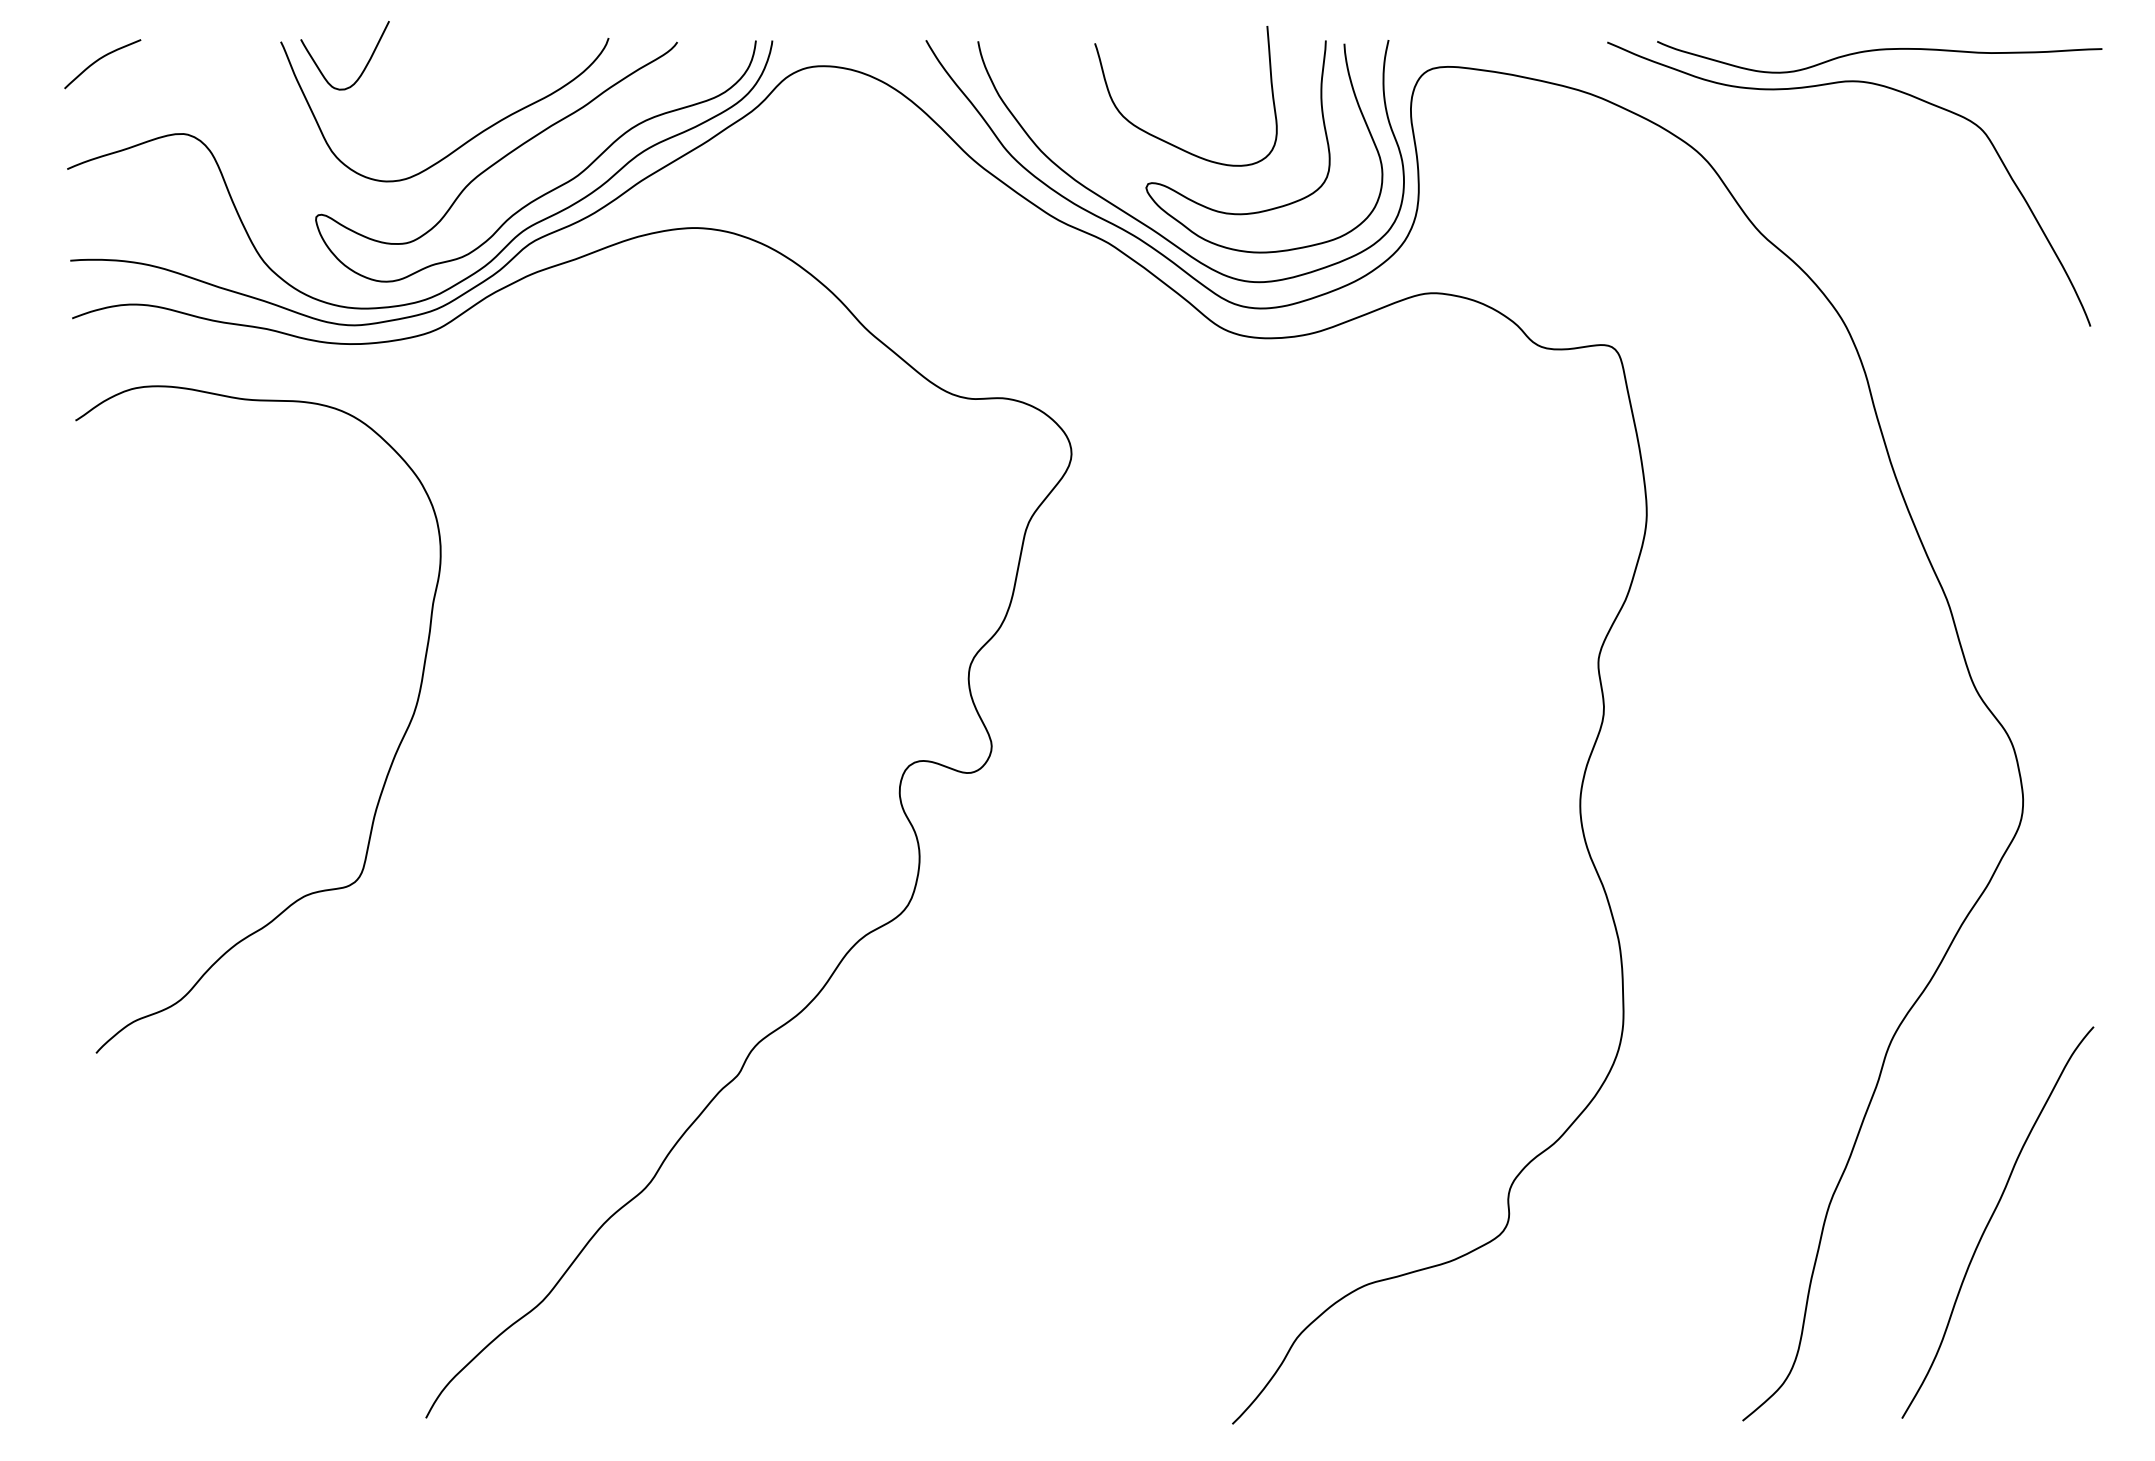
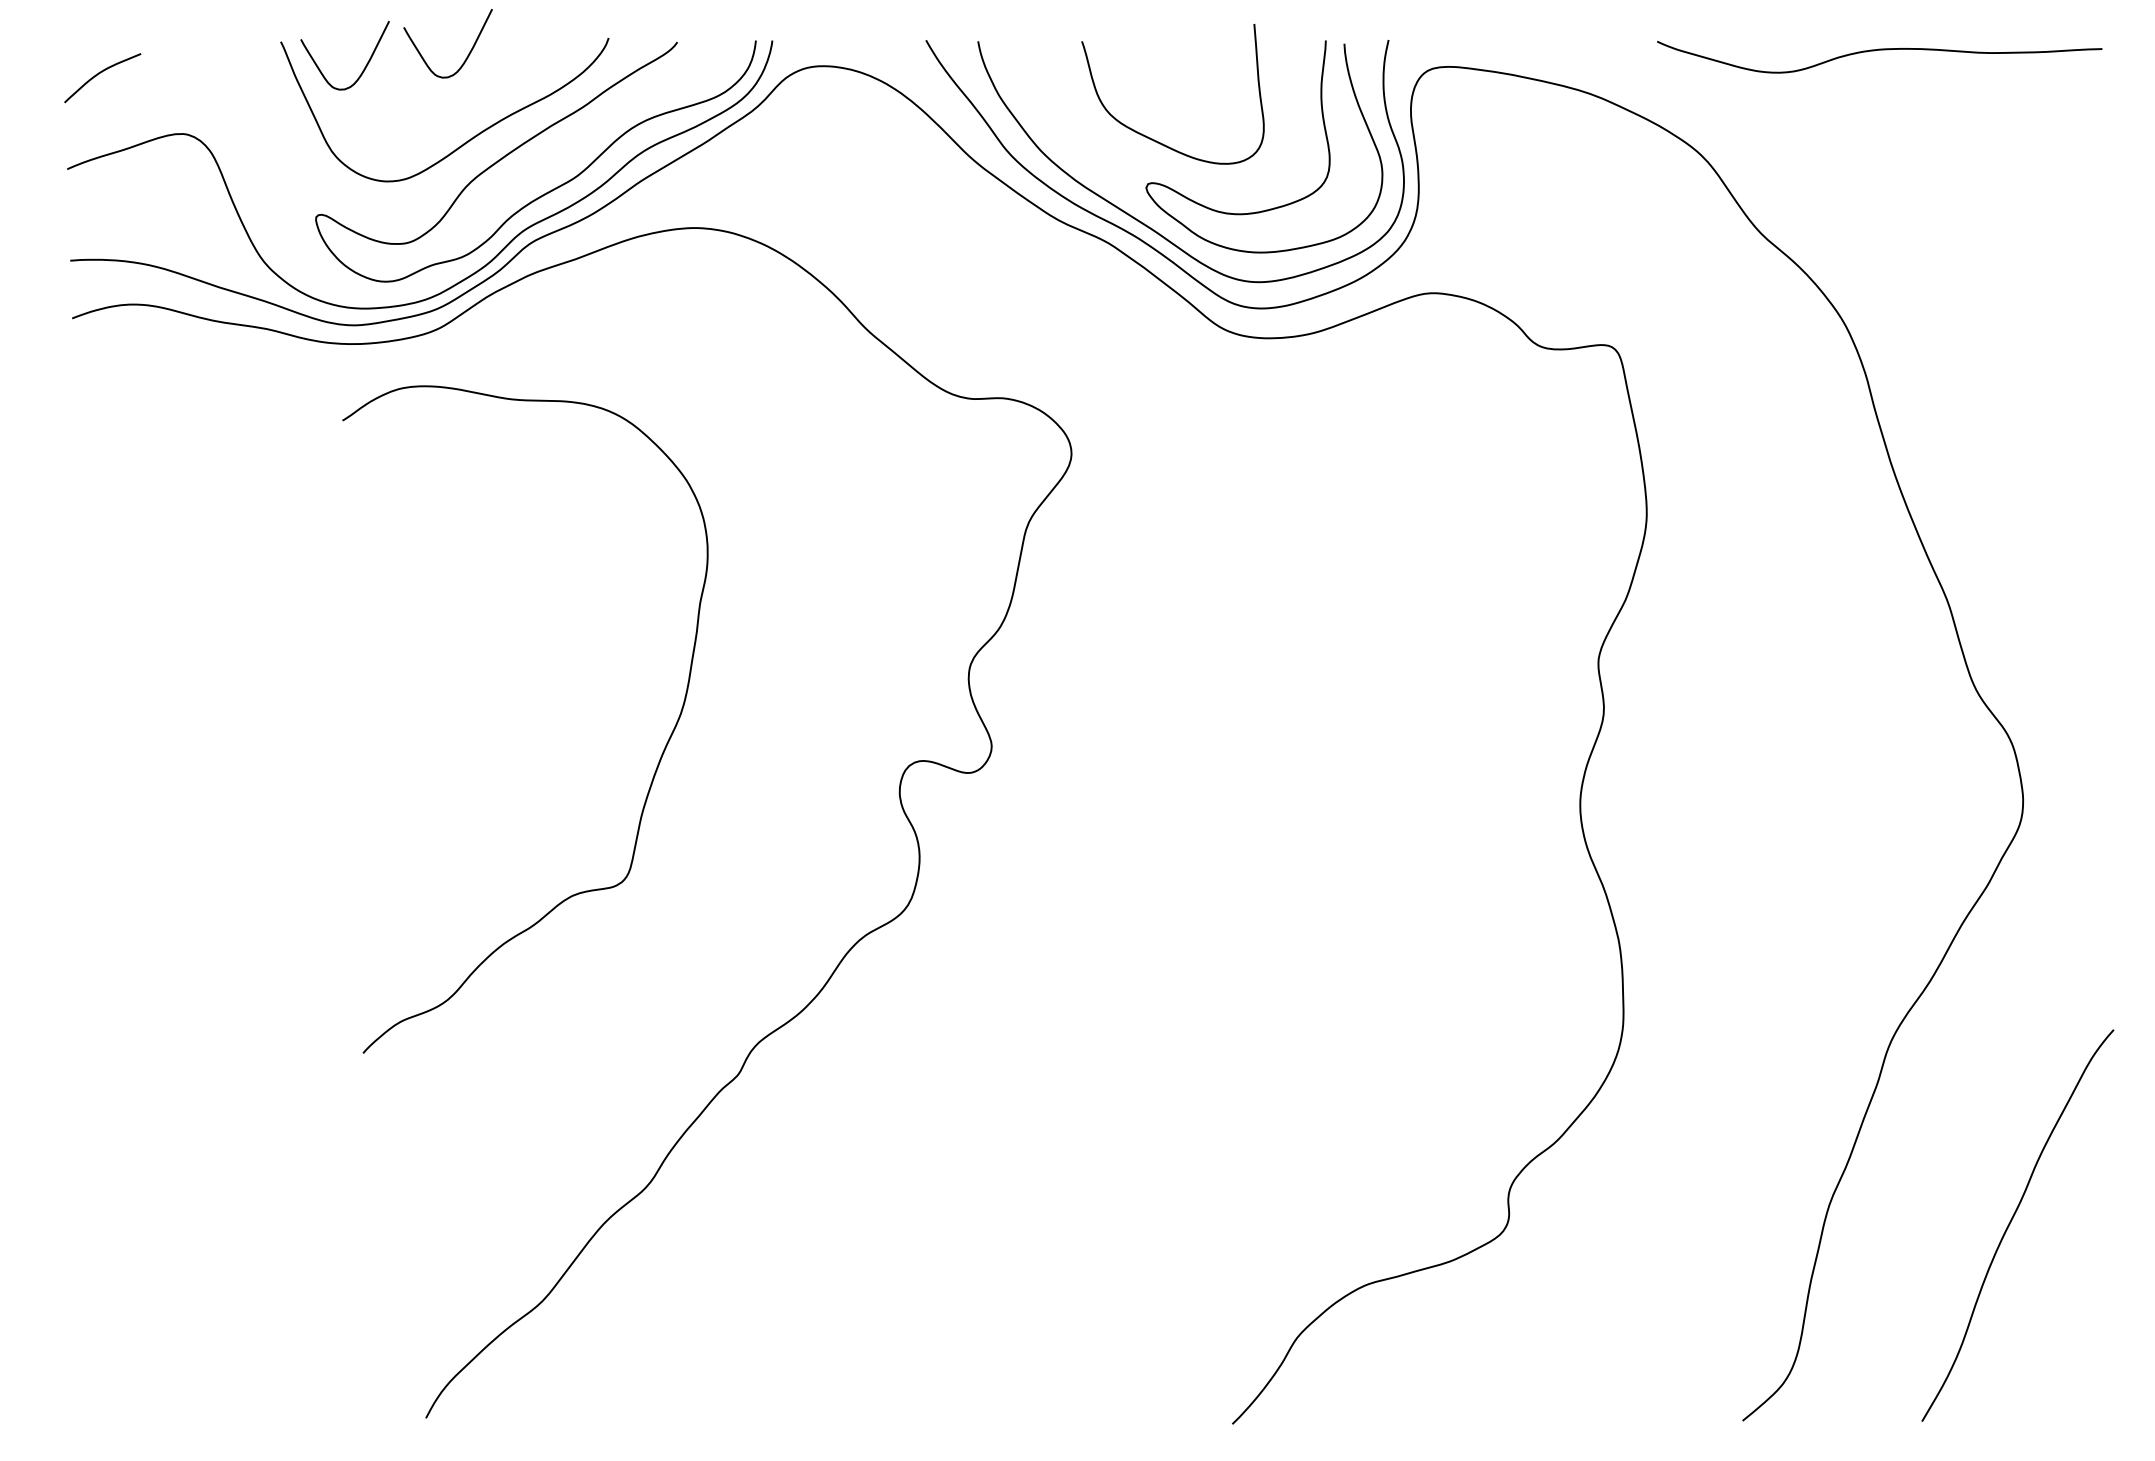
curve at (468, 53): none -> present
curve at (99, 60) position: (99, 60) -> (99, 74)
curve at (1832, 84): present -> none
curve at (1163, 139) position: (1163, 139) -> (1150, 137)
curve at (388, 769) position: (388, 769) -> (655, 769)
curve at (1991, 1219) position: (1991, 1219) -> (2011, 1222)
